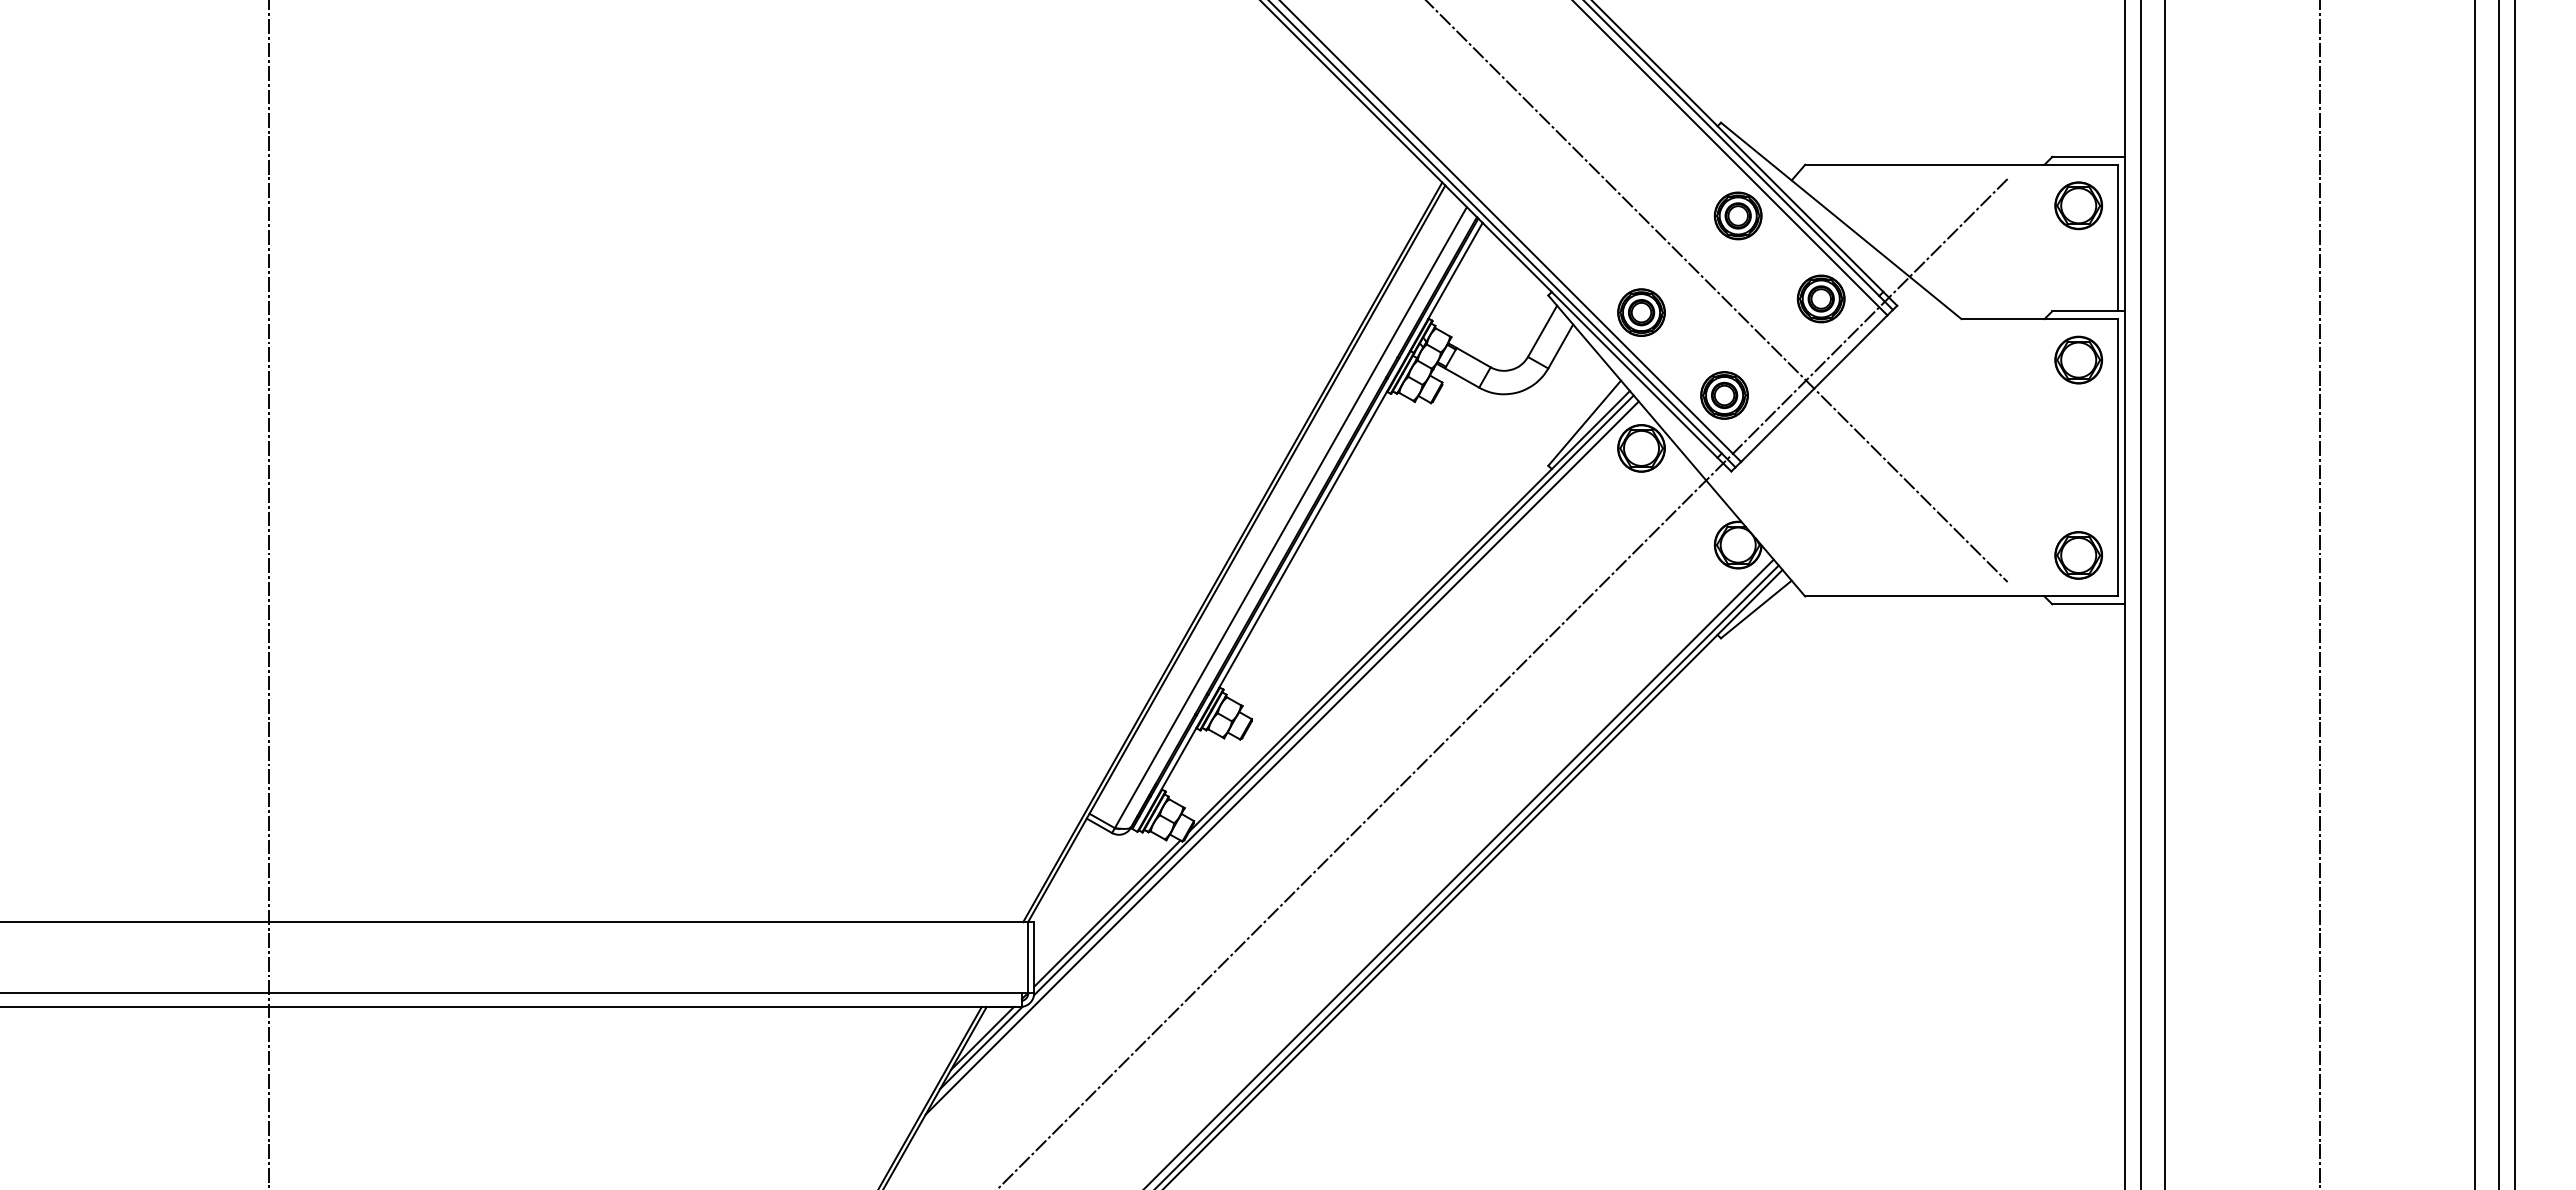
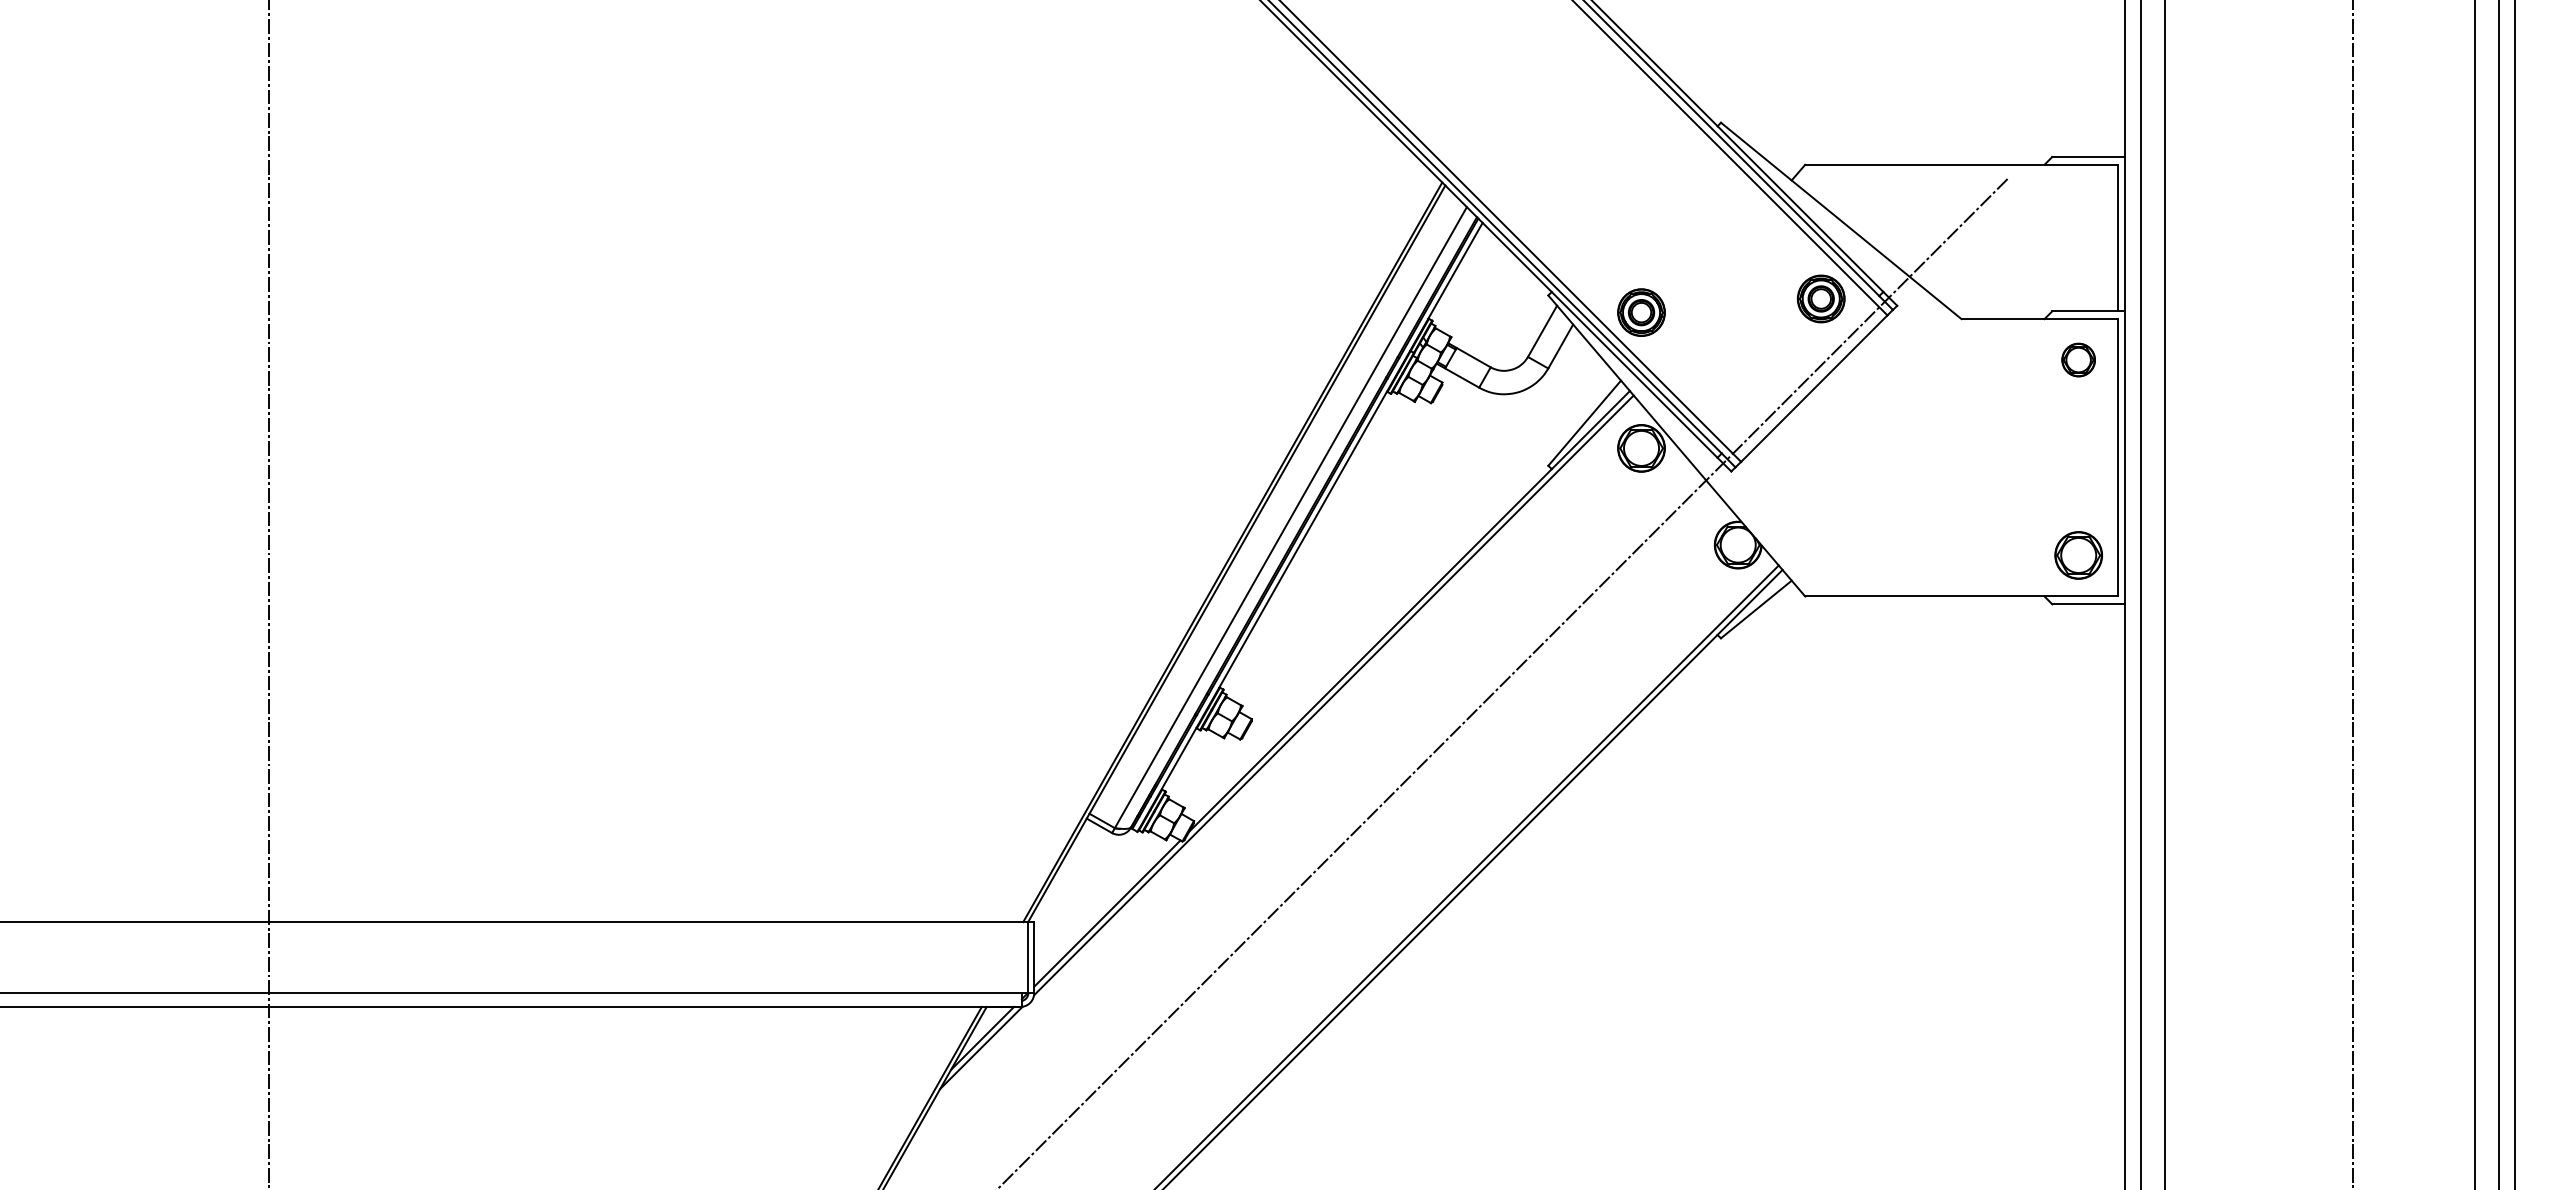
part at (2078, 205): present -> none
part at (1737, 215): present -> none
line at (1717, 292): present -> none
part at (2078, 359) size: 49x50 px -> 35x36 px
part at (1724, 395): present -> none
line at (2319, 594) position: (2319, 594) -> (2352, 594)
line at (1281, 757): present -> none
line at (1459, 872): present -> none
